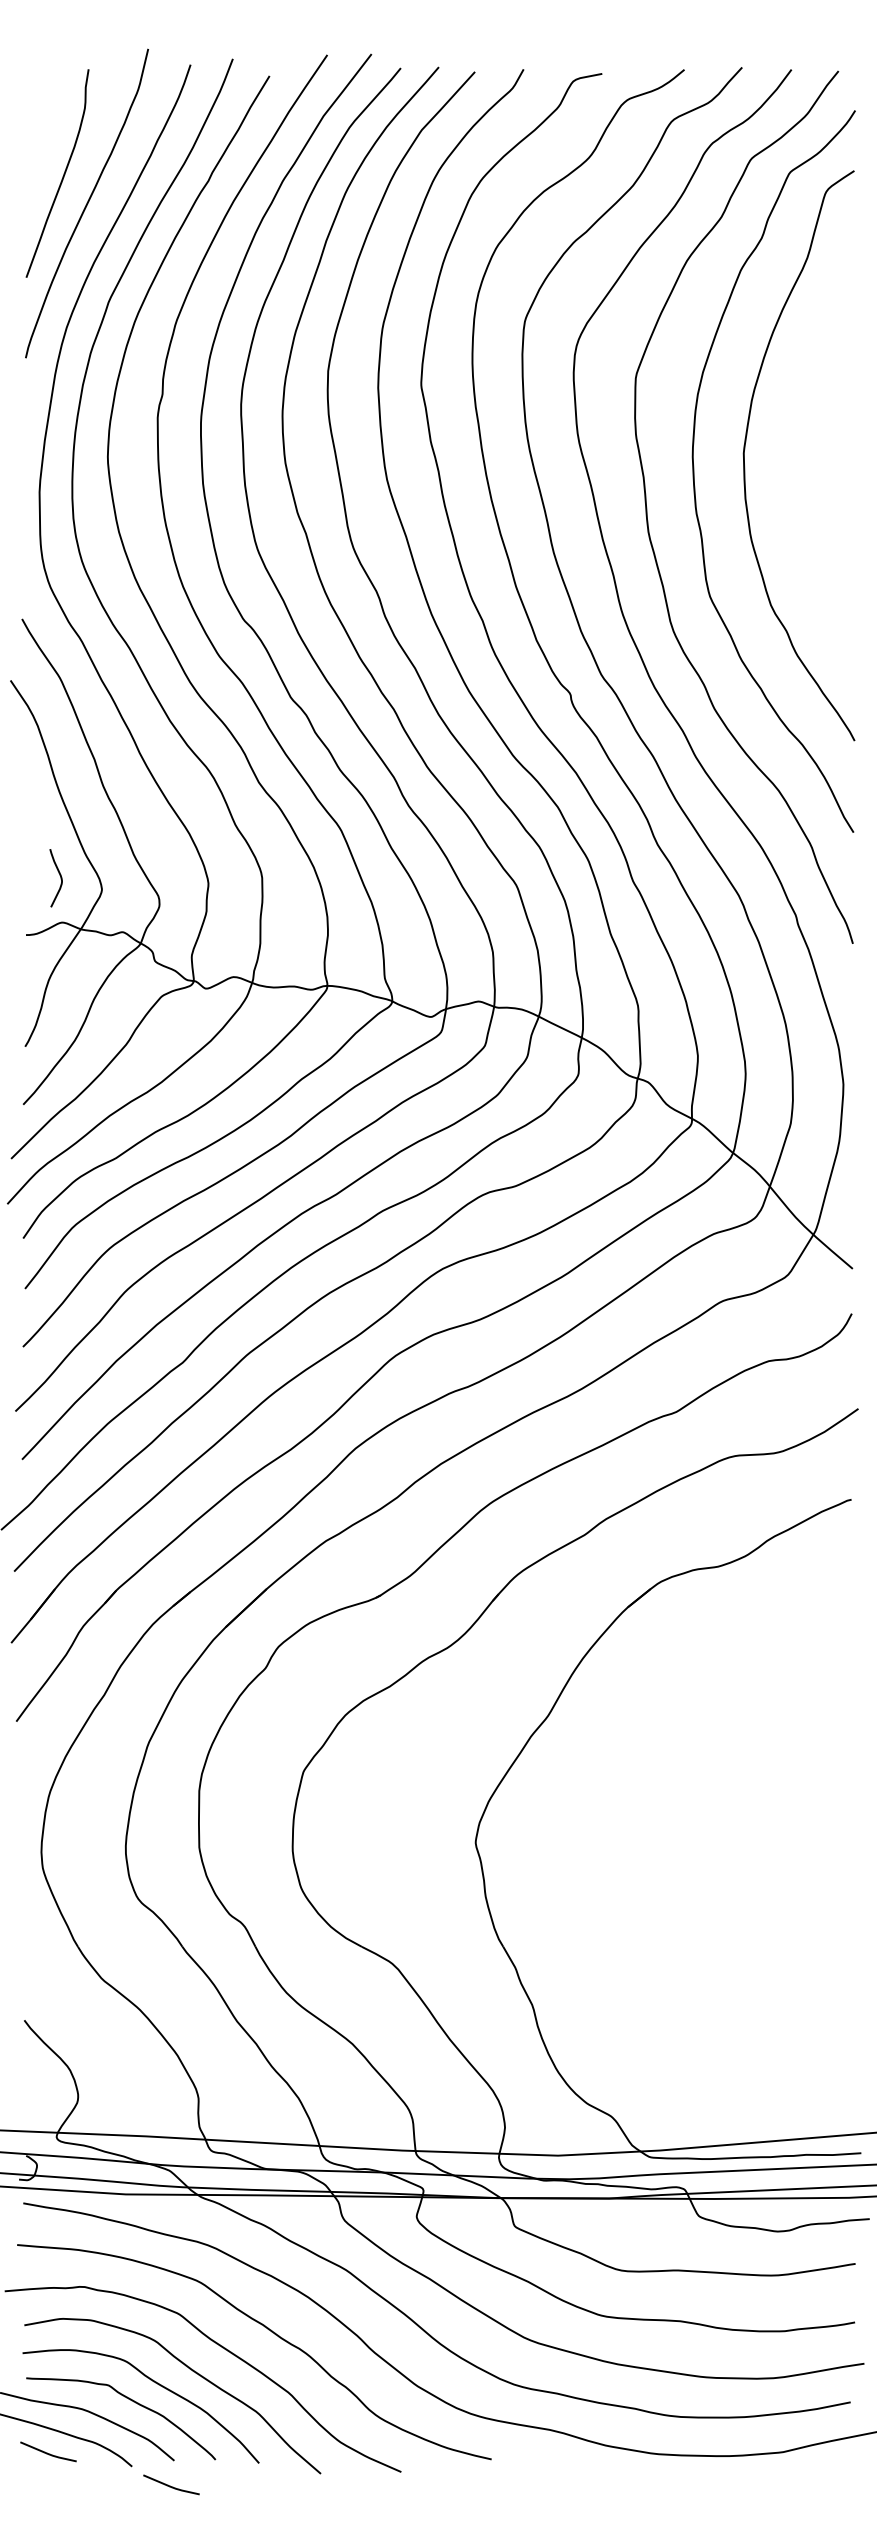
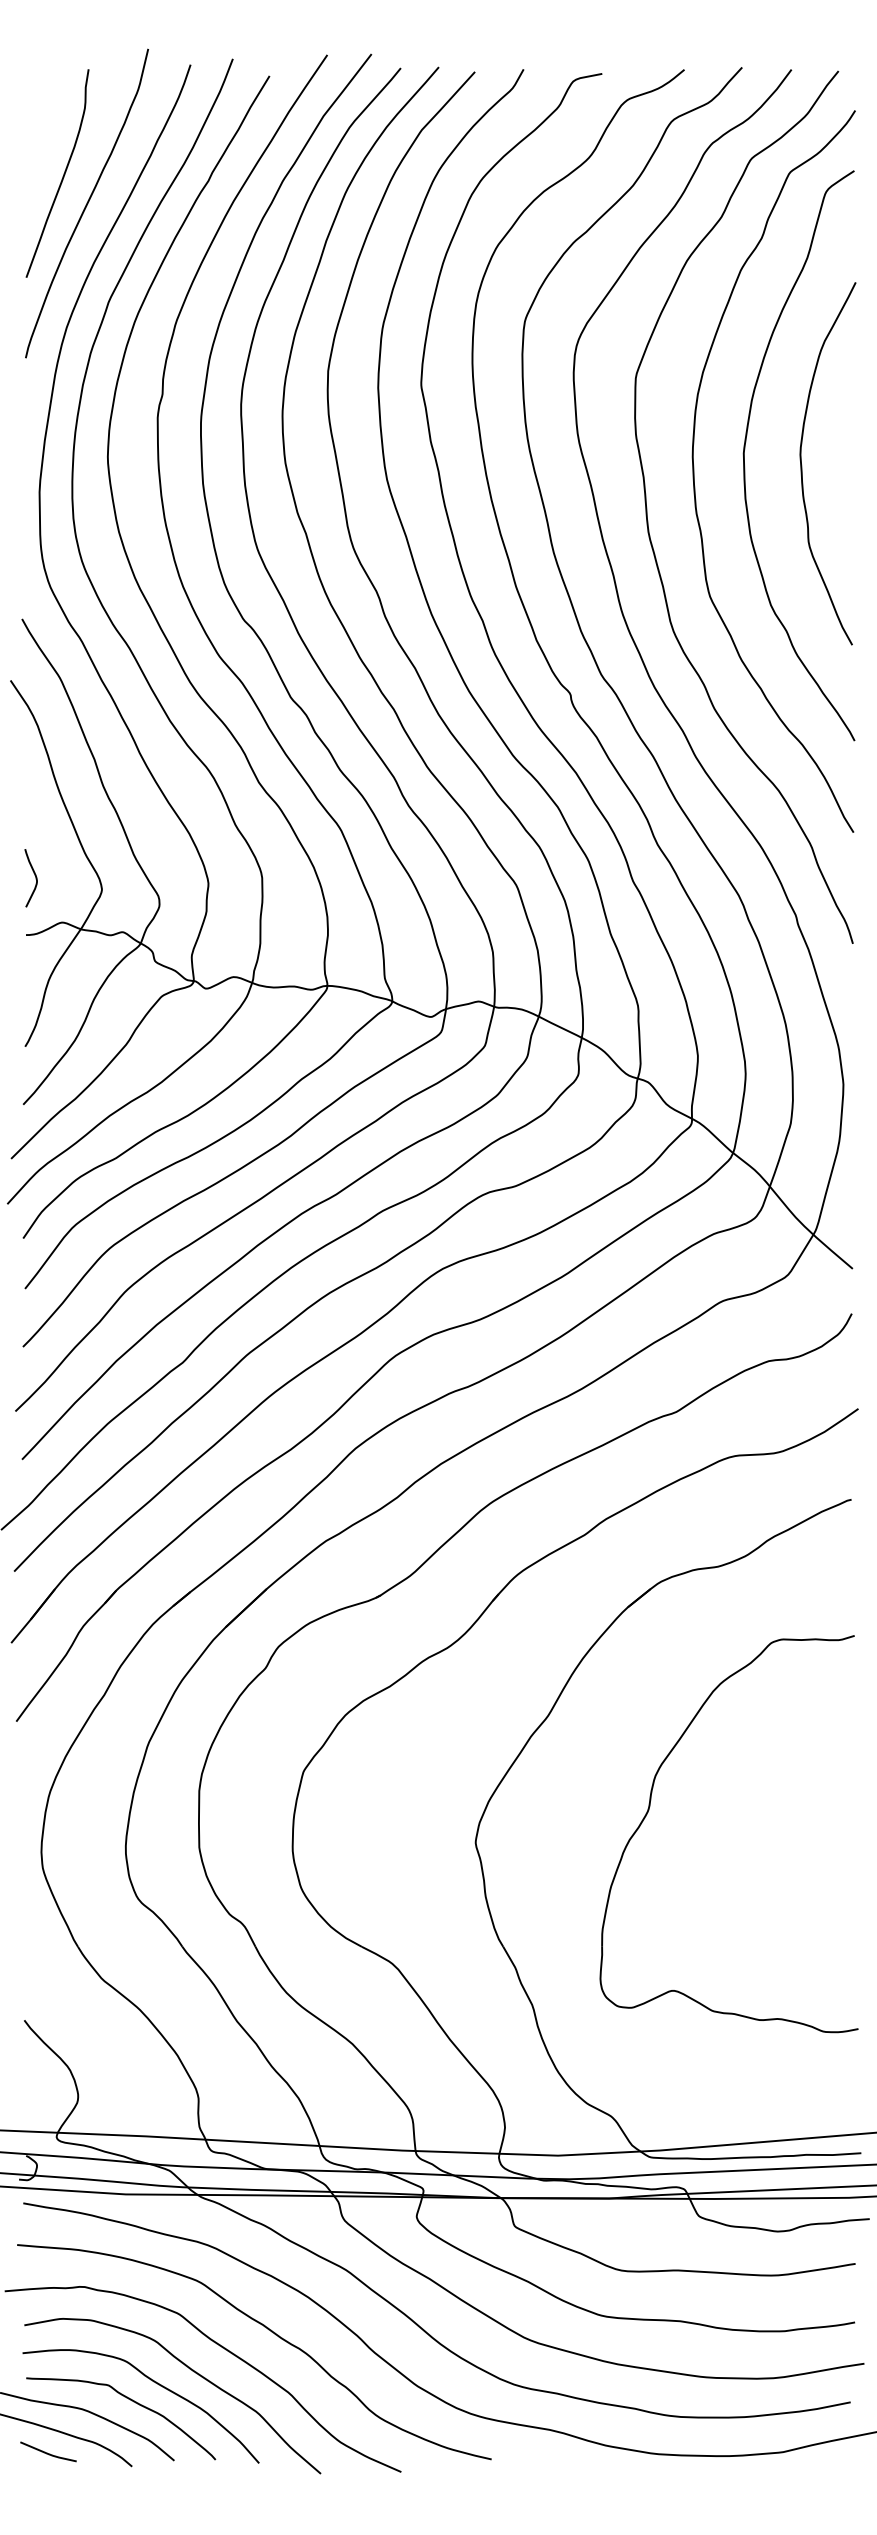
curve at (802, 465): none -> present
curve at (59, 875) position: (59, 875) -> (34, 875)
part at (649, 1810): none -> present
line at (170, 2485): present -> none
